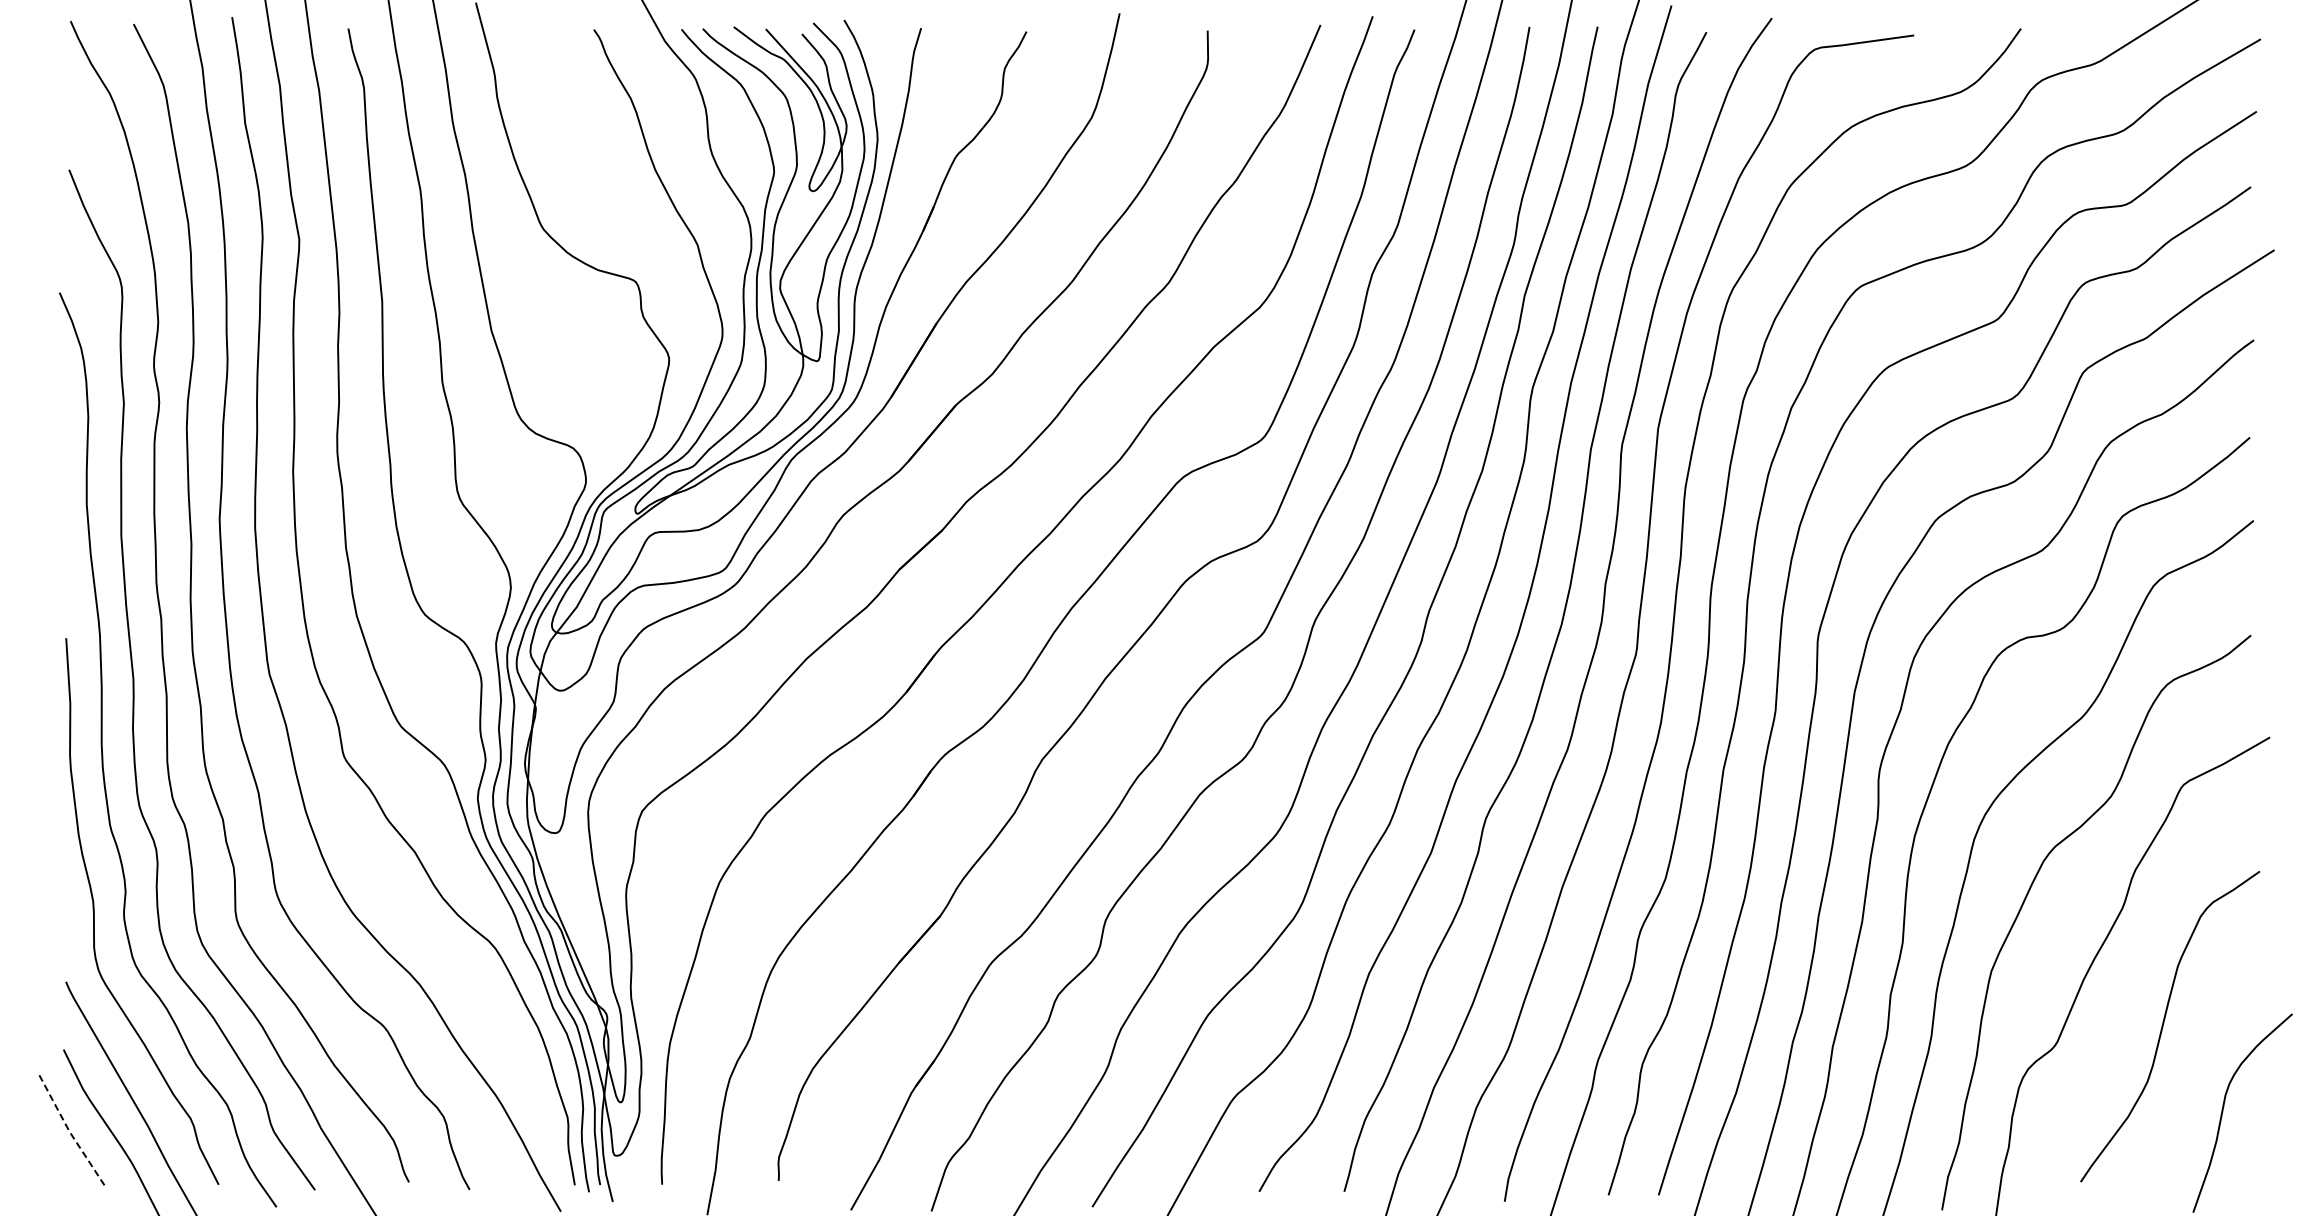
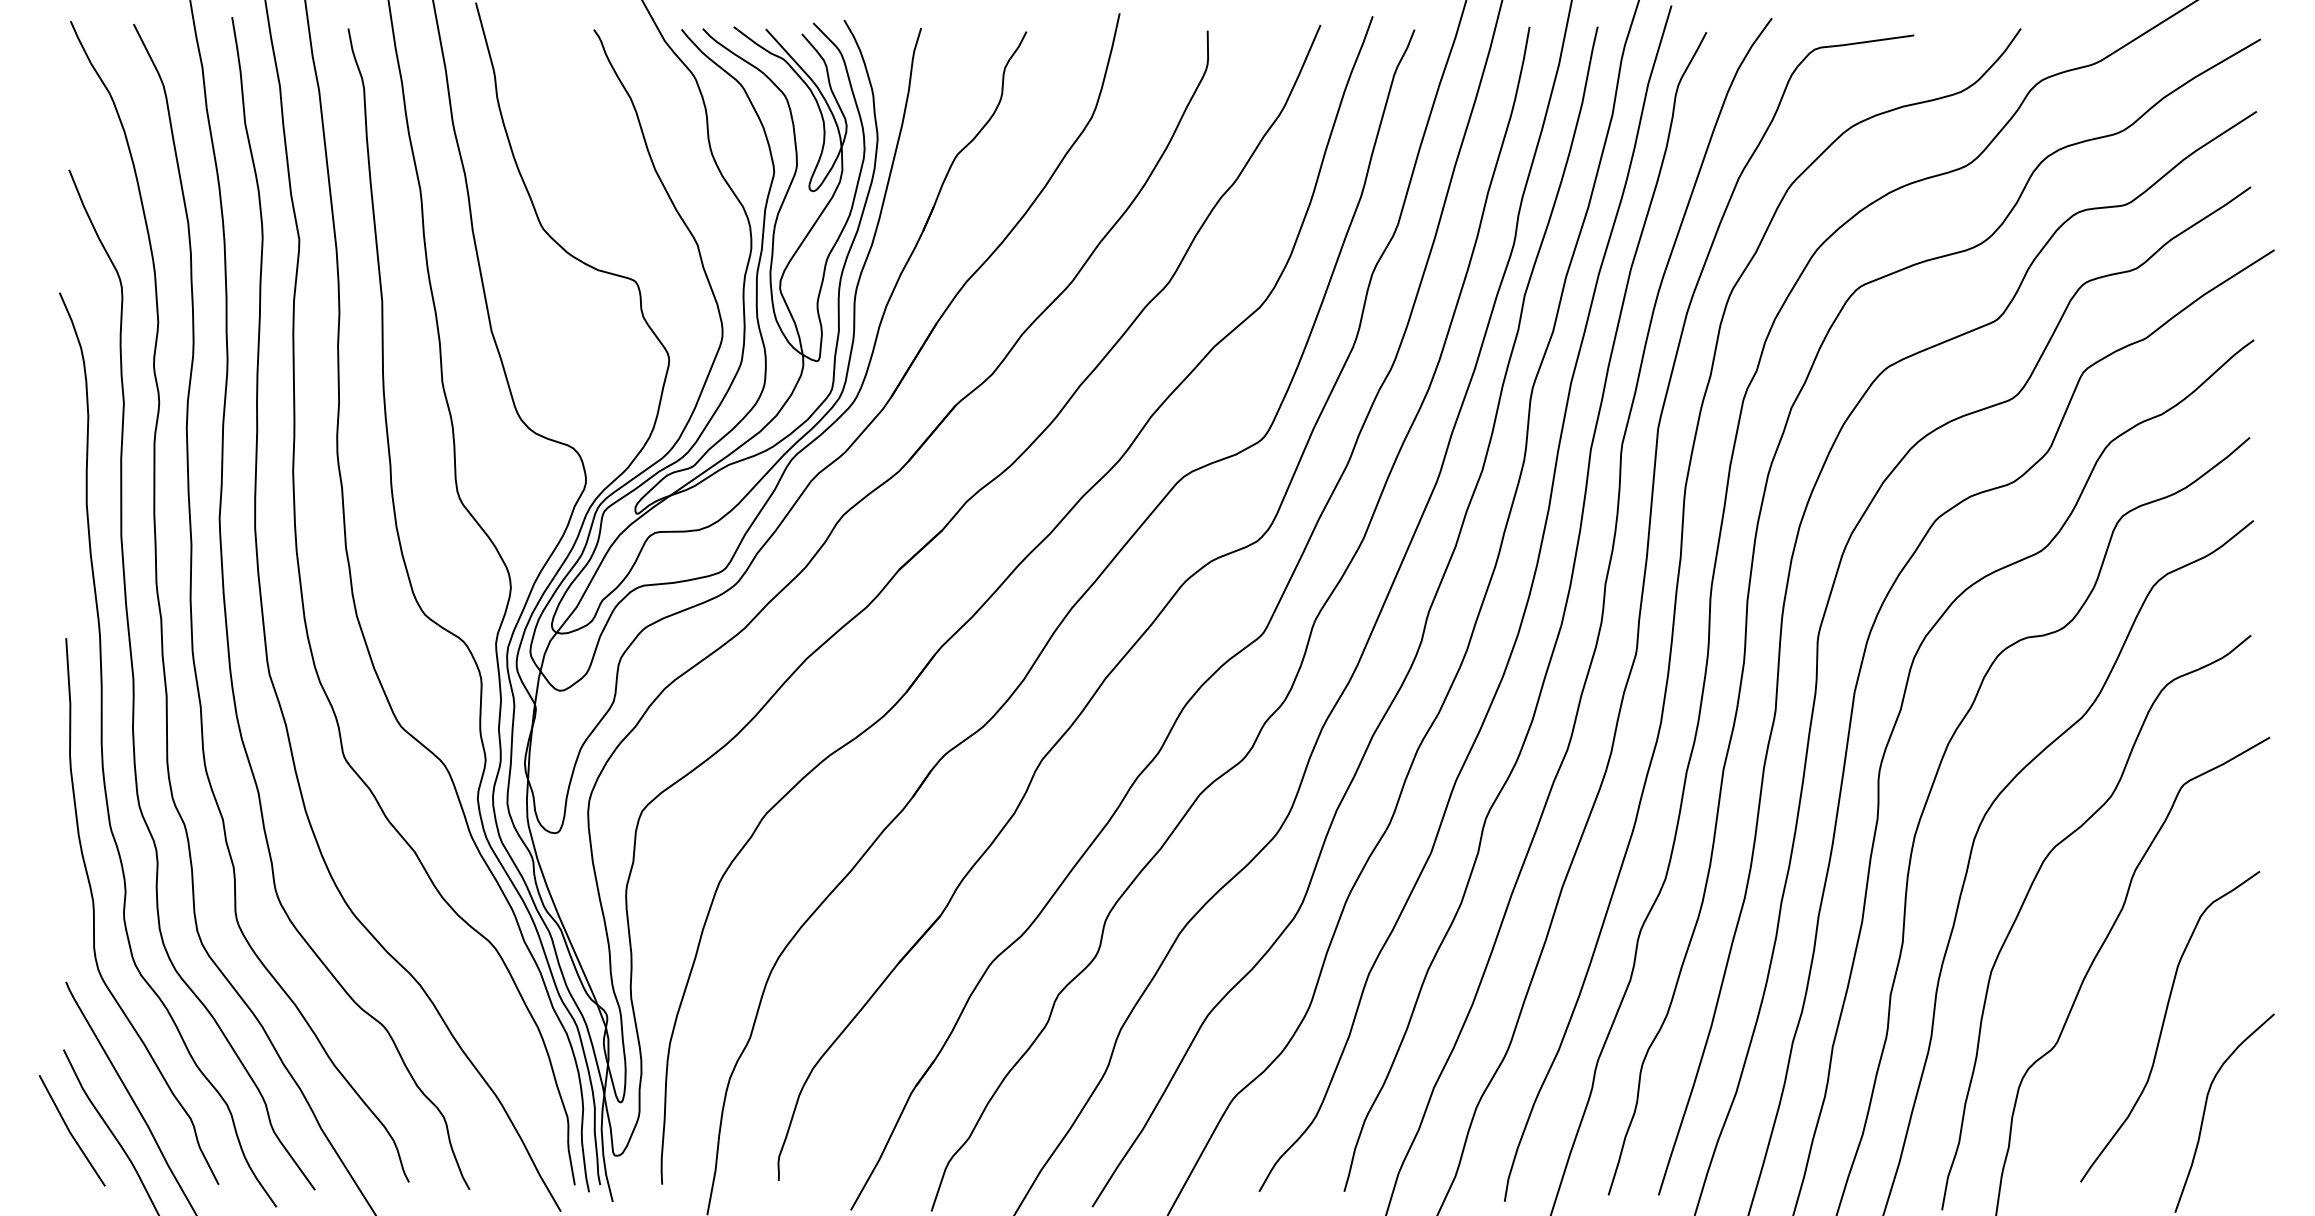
curve at (2224, 1106) position: (2224, 1106) -> (2206, 1106)
line at (69, 1132): dashed -> solid
